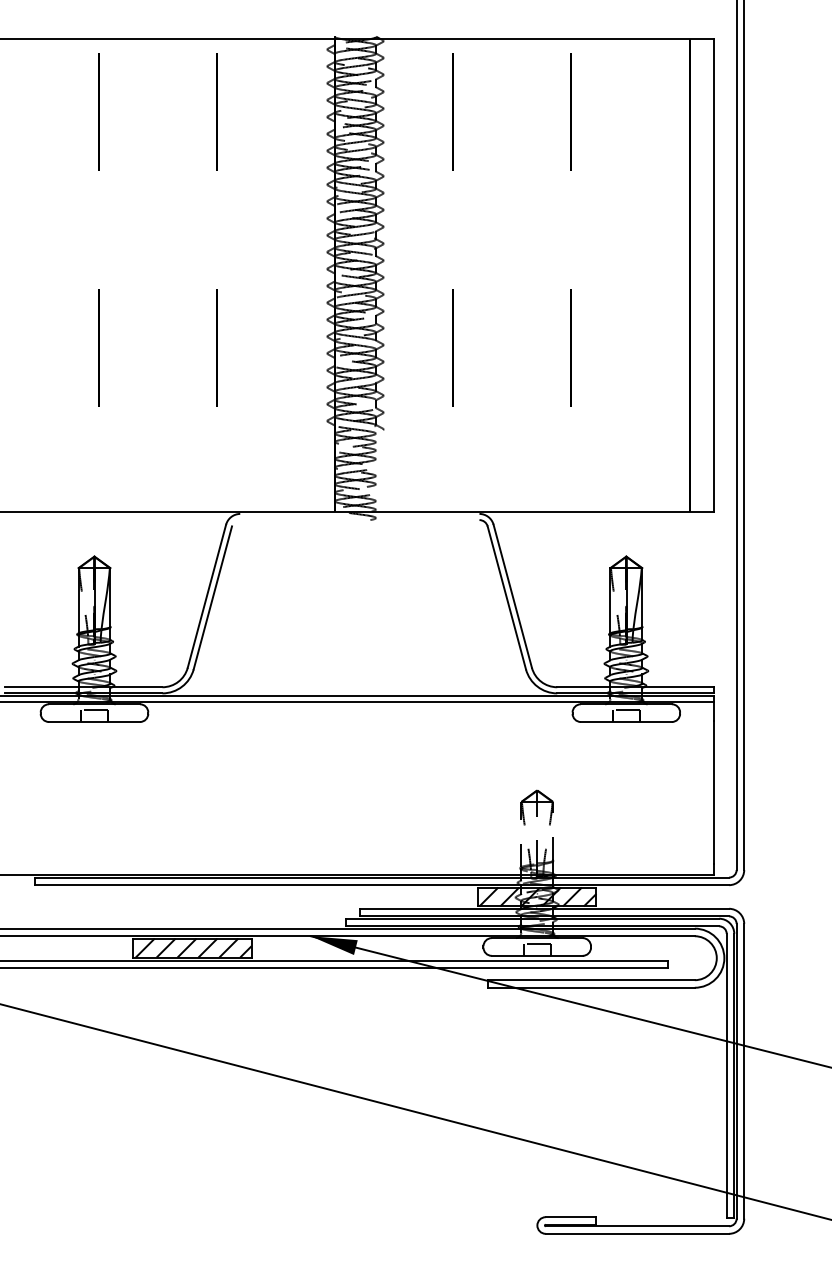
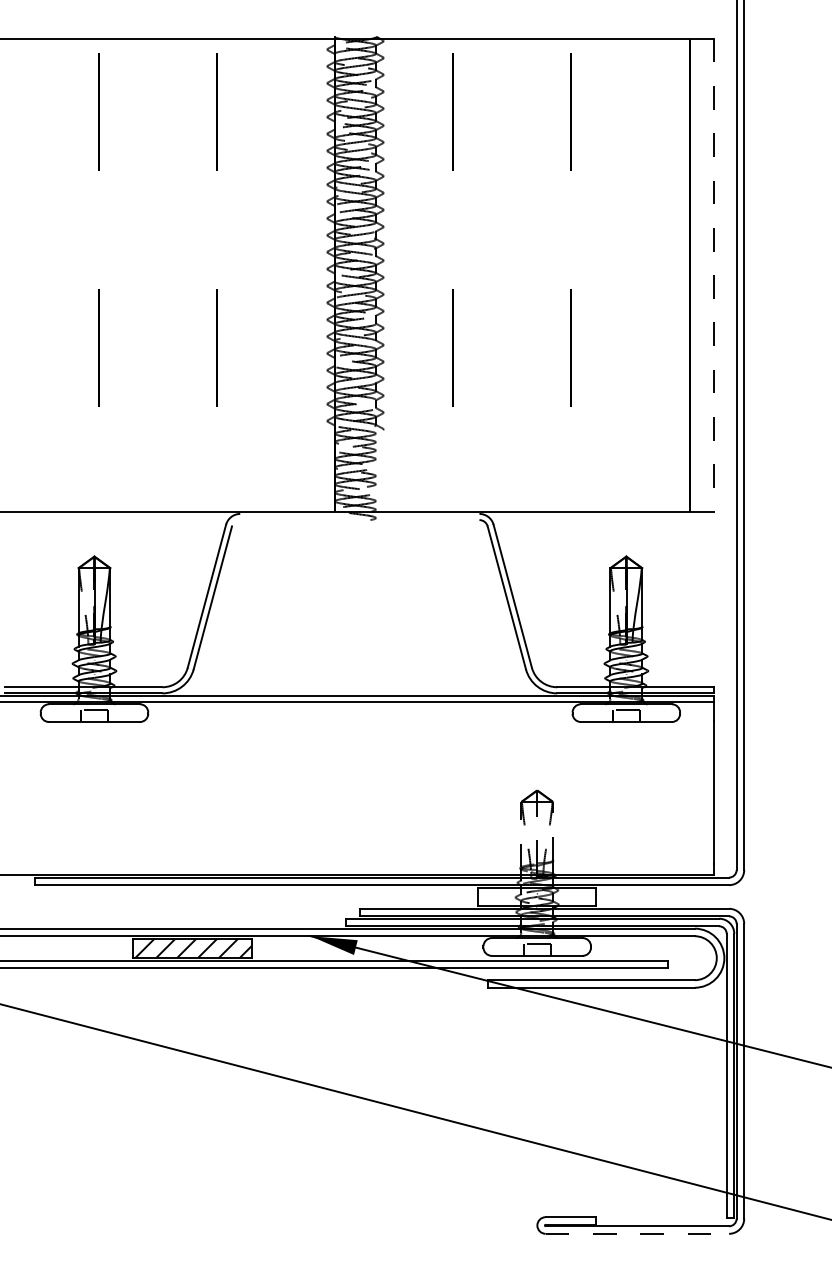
line at (714, 275): solid -> dashed
hatch at (537, 896): present -> none
line at (637, 1233): solid -> dashed
